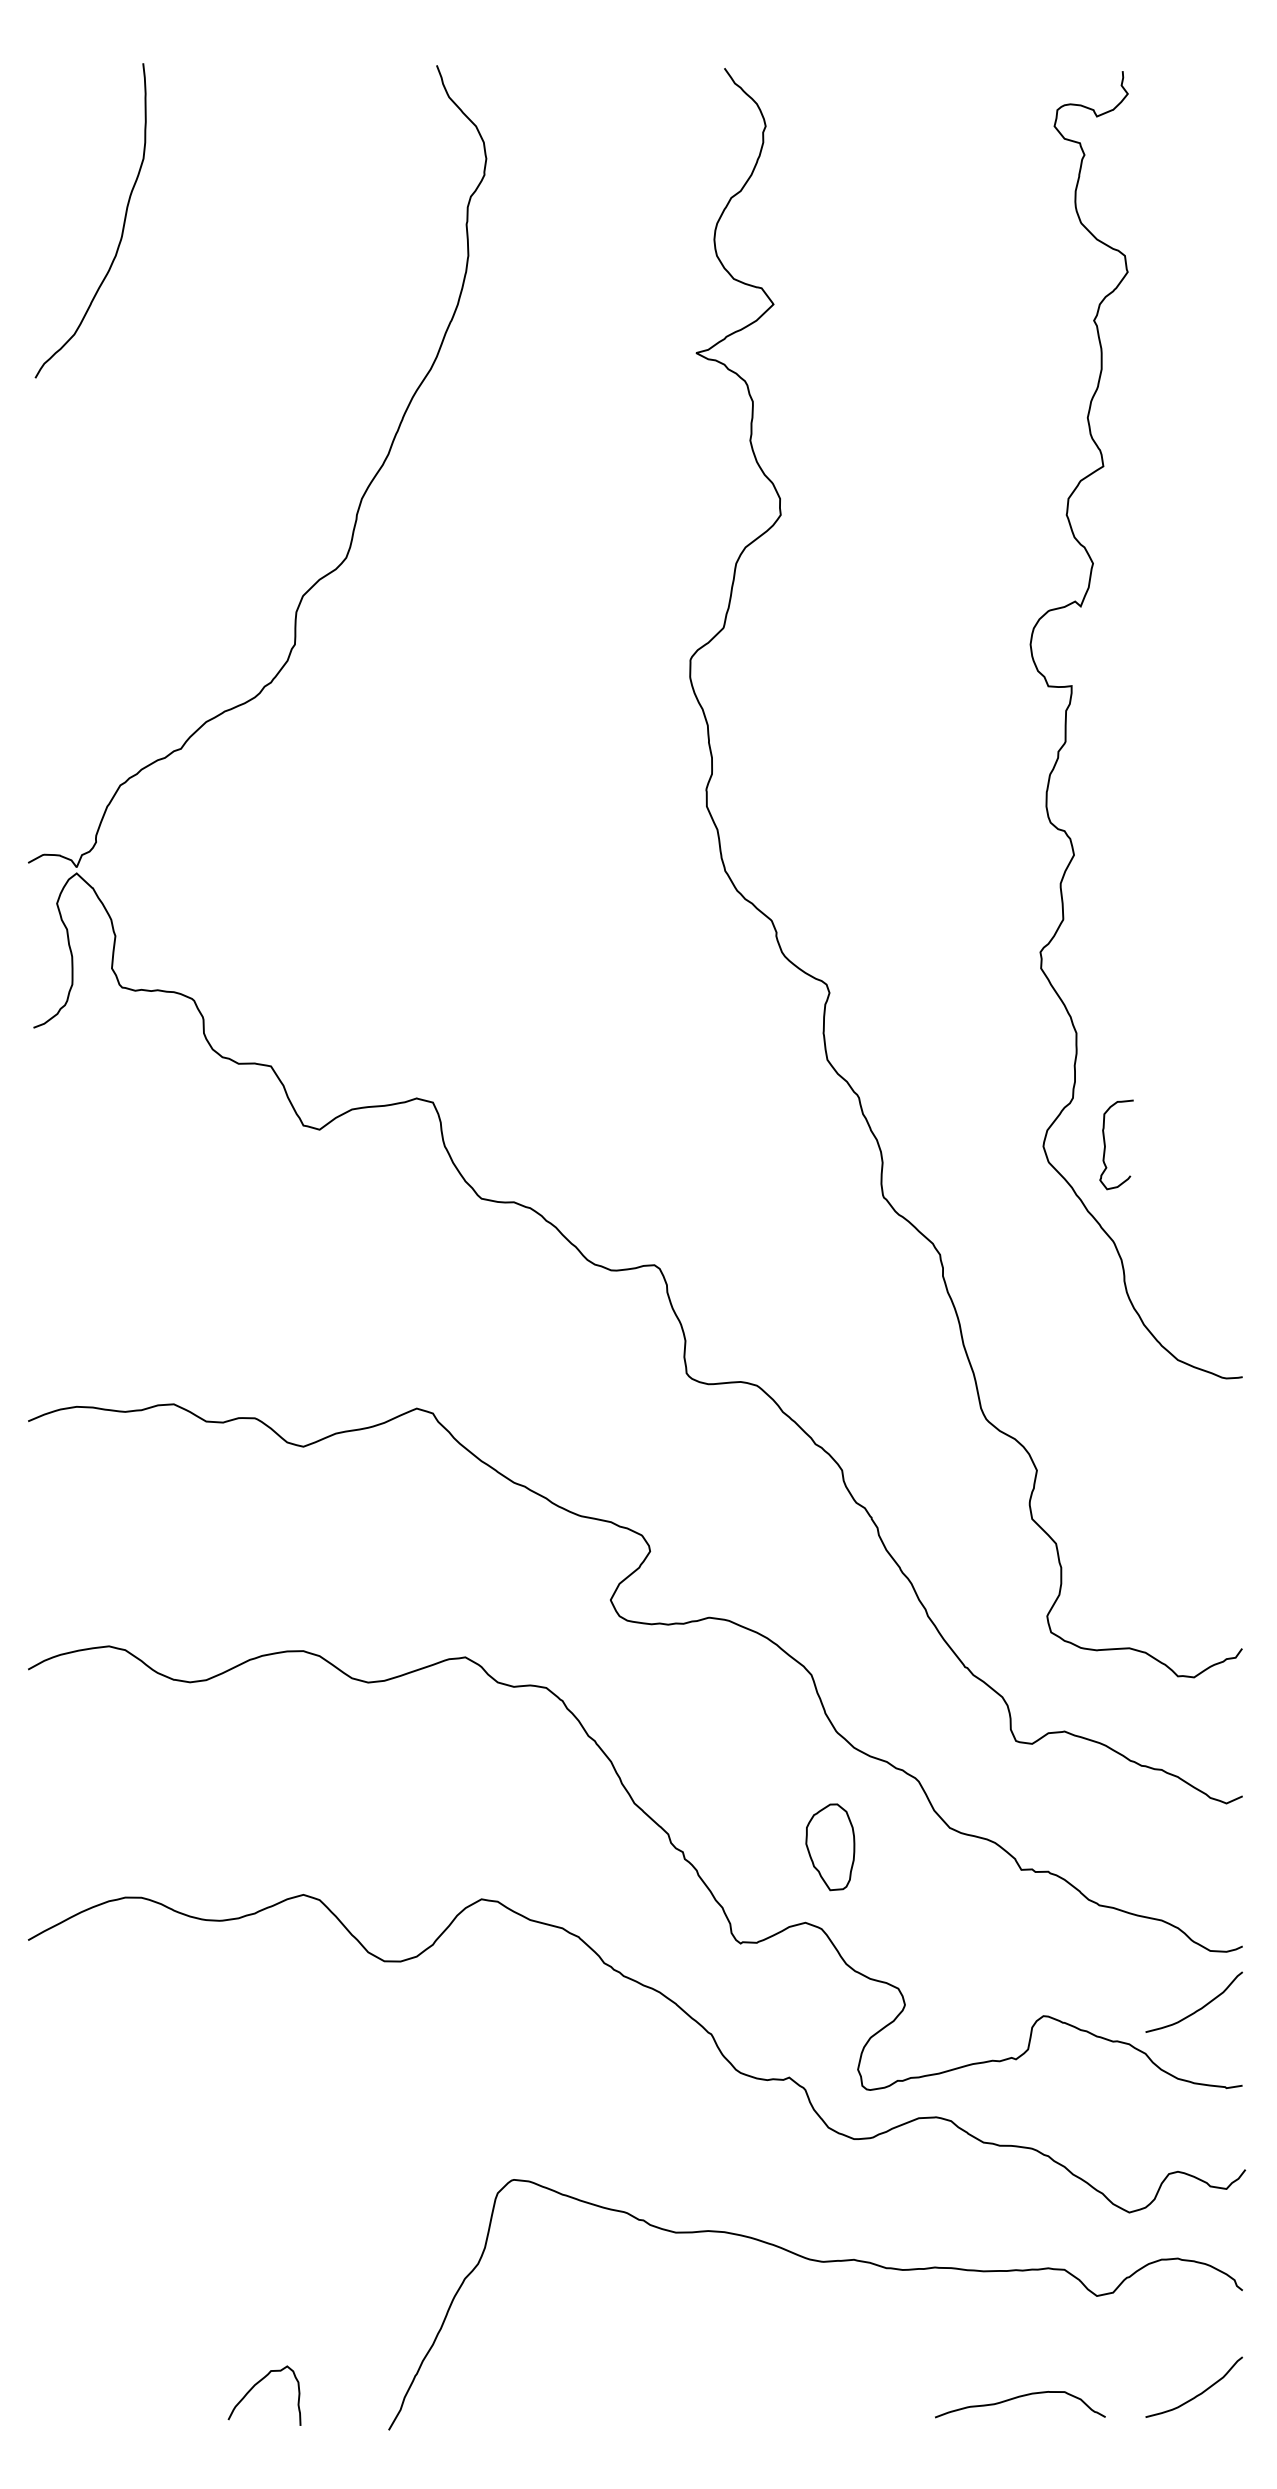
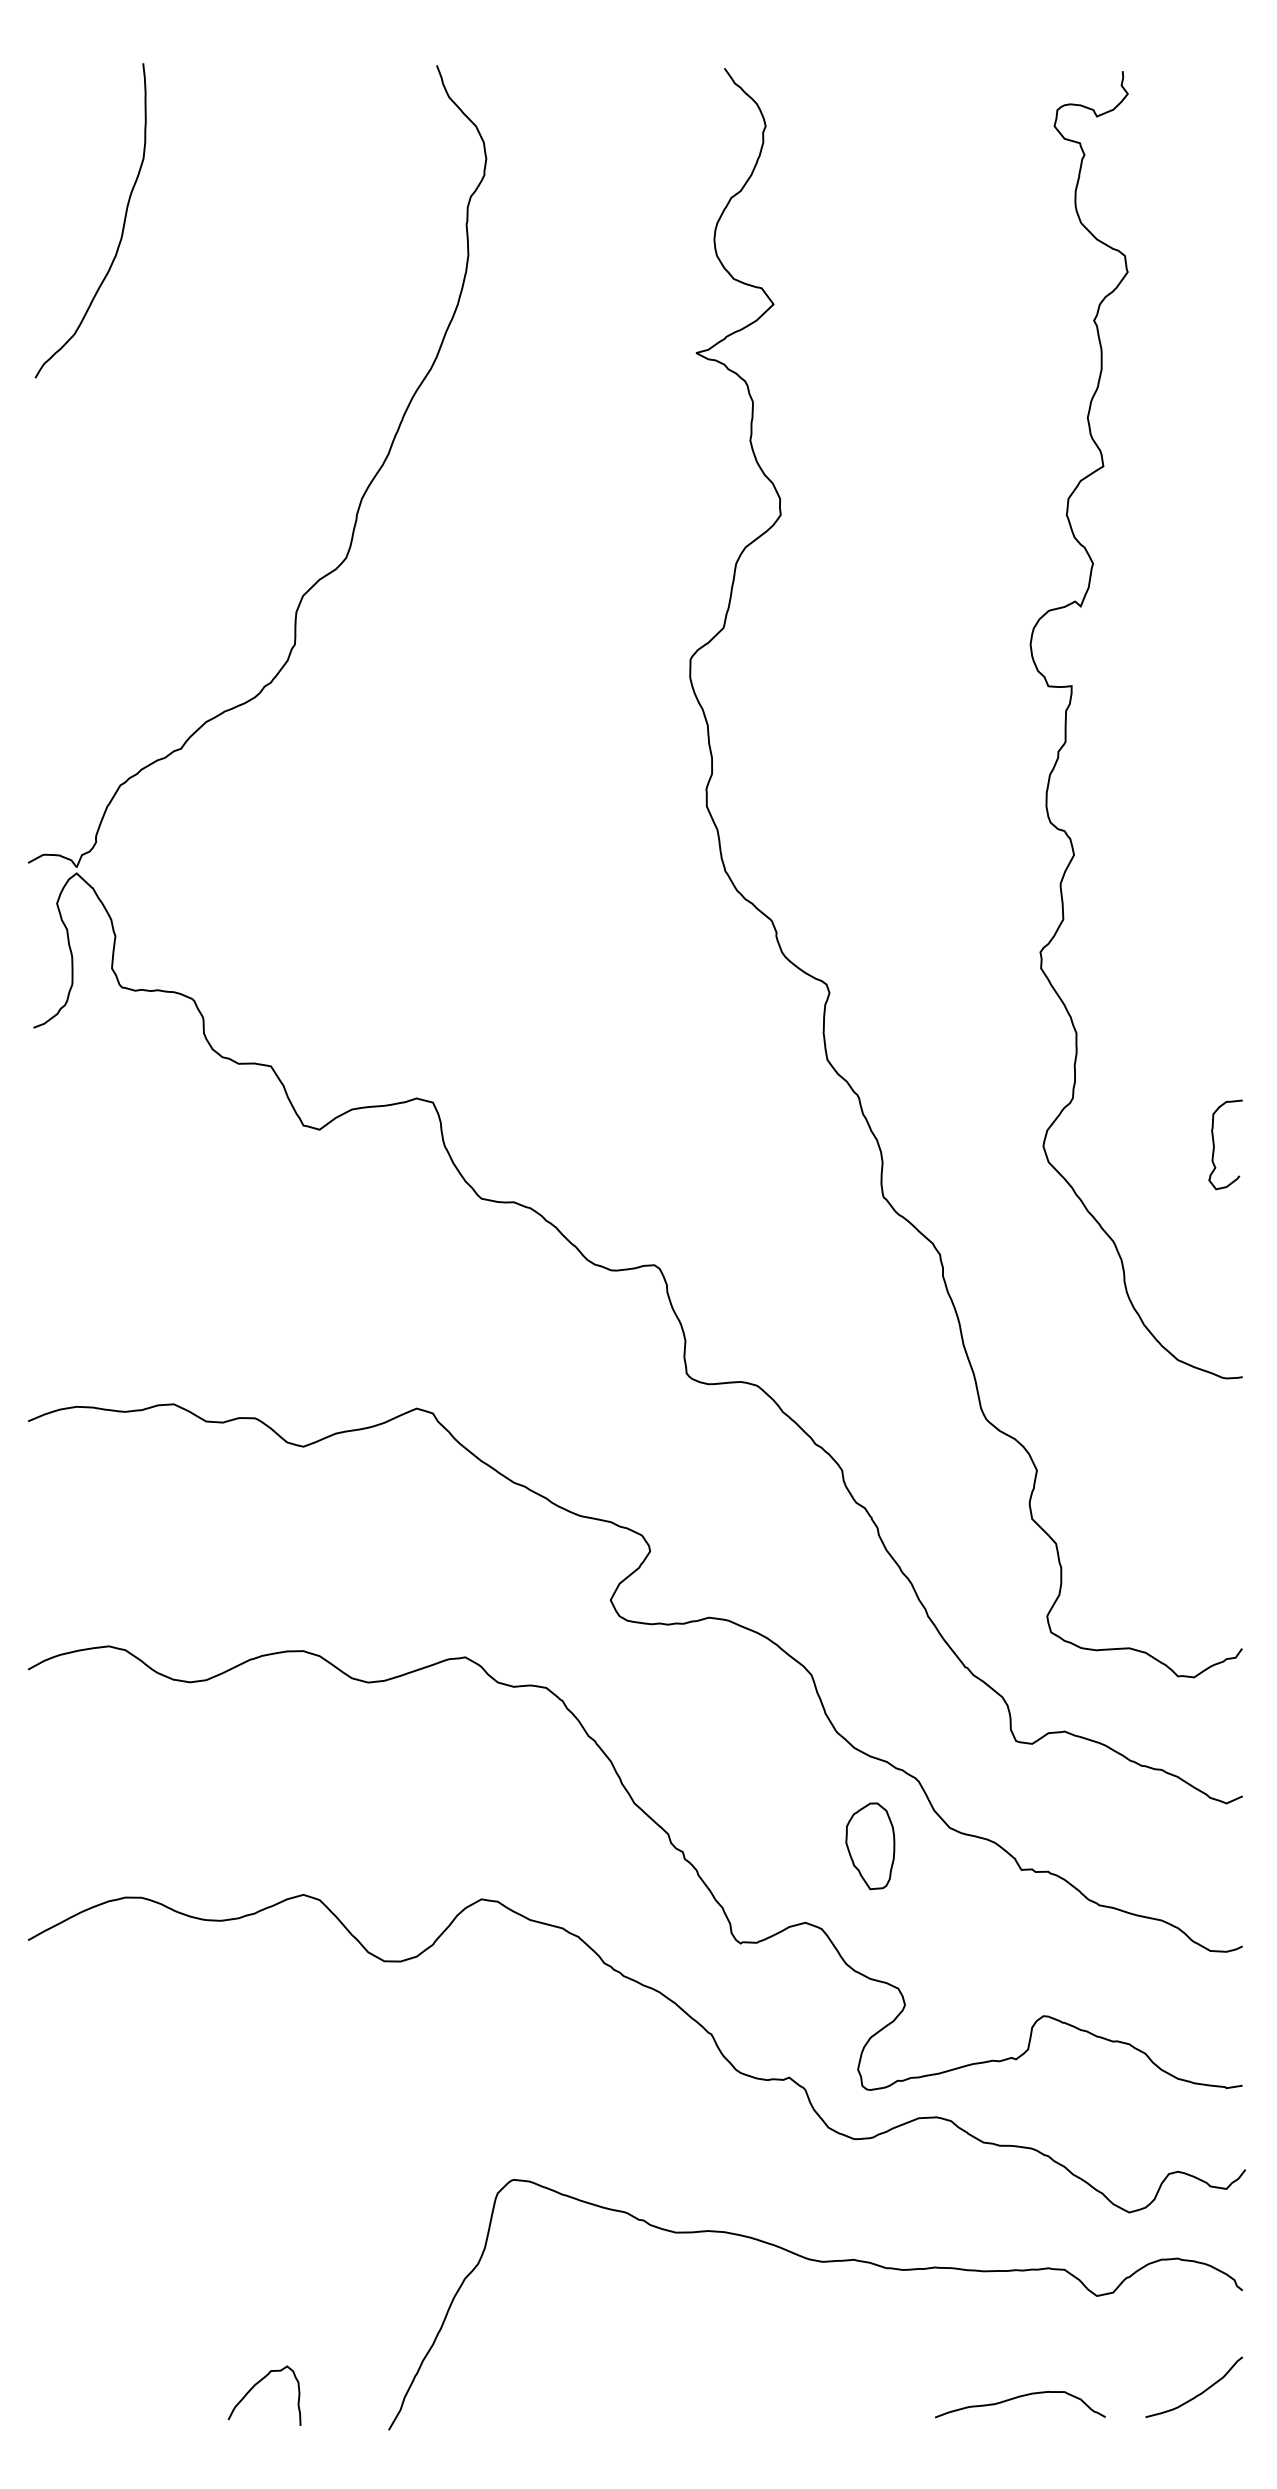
curve at (1105, 1144) position: (1105, 1144) -> (1214, 1144)
part at (830, 1847) position: (830, 1847) -> (870, 1846)
curve at (1197, 2009): present -> none
